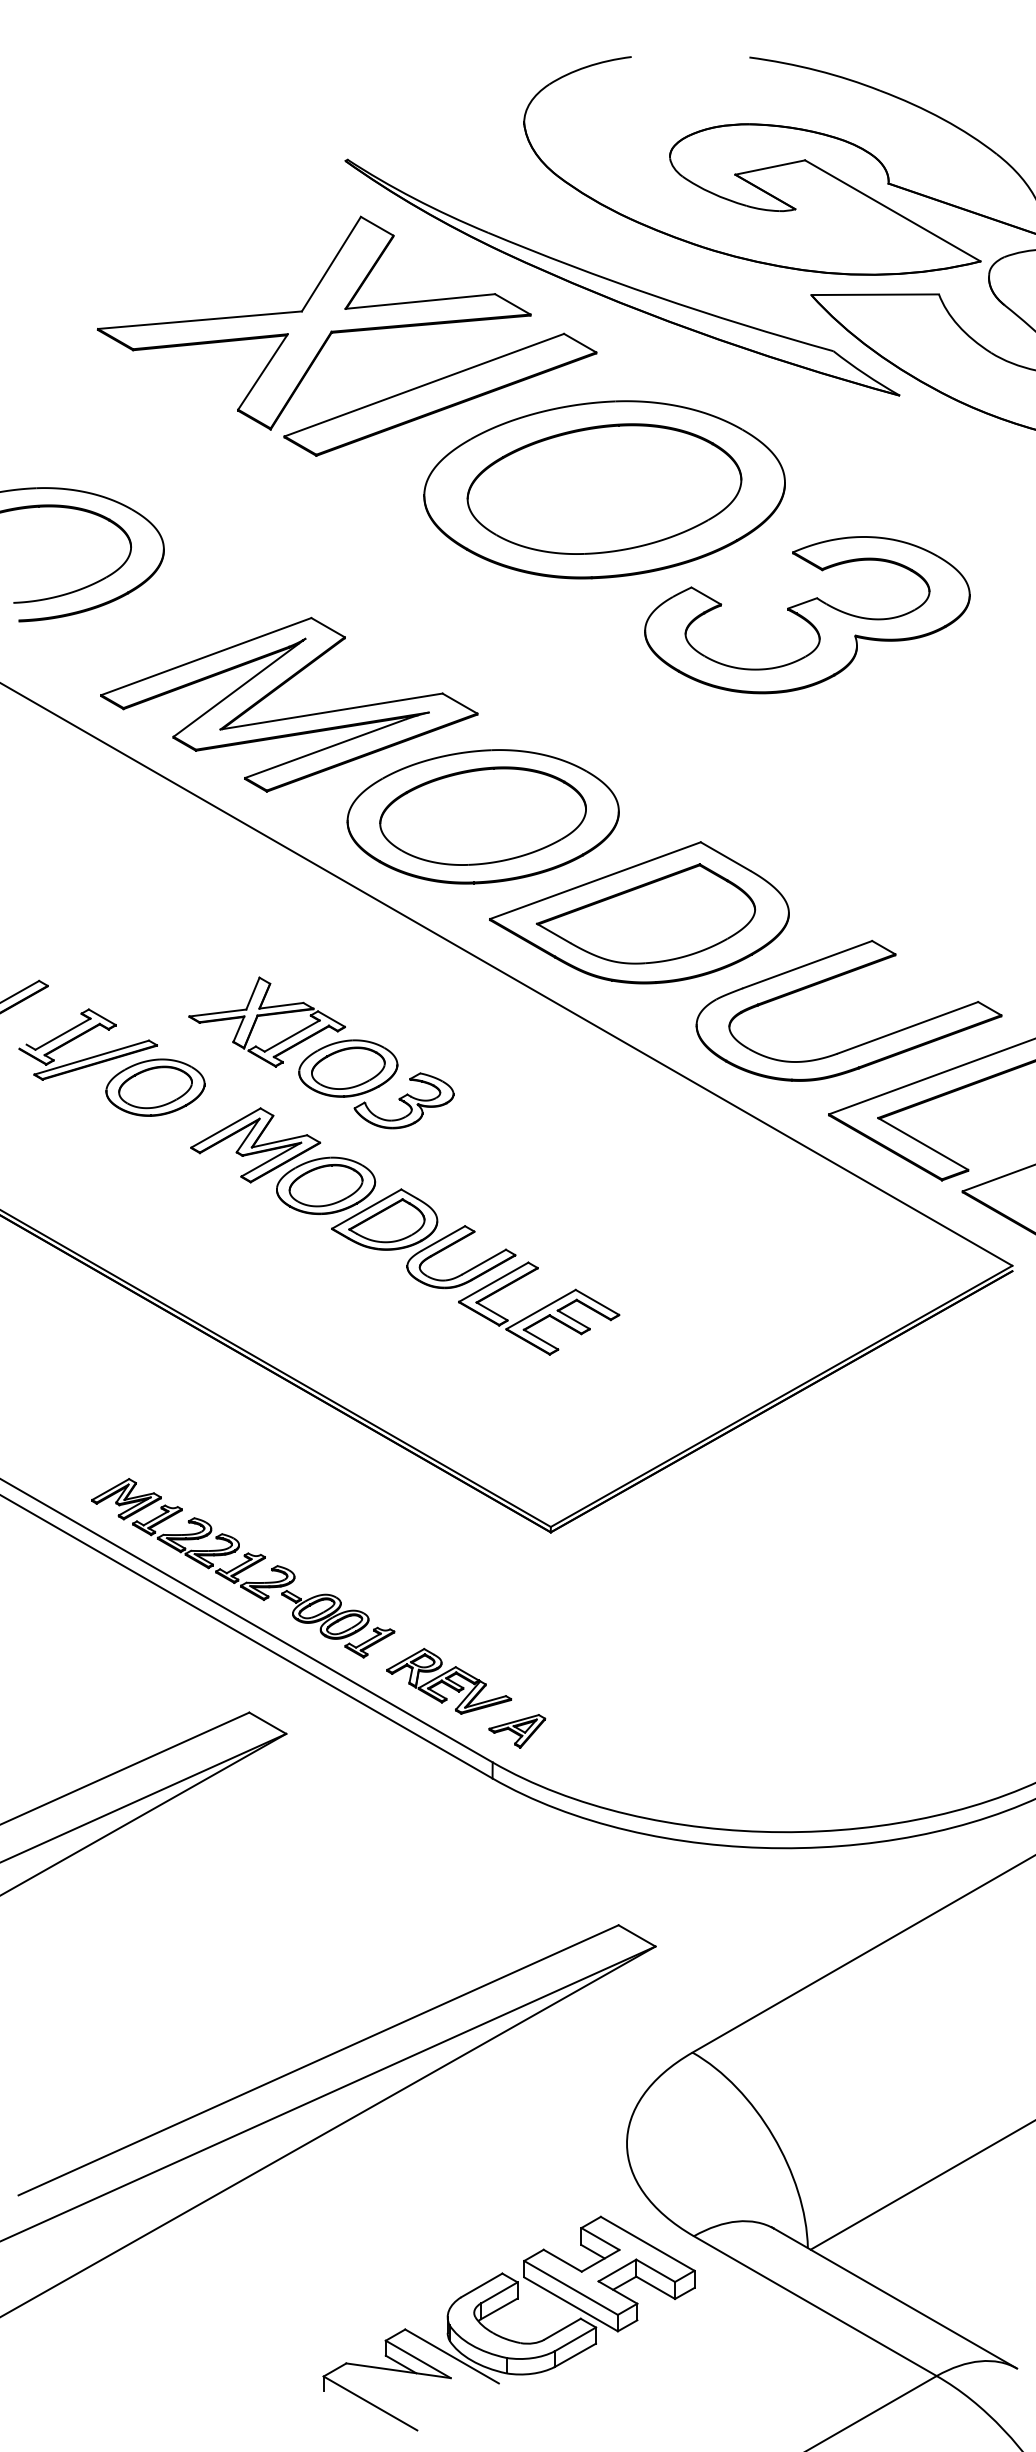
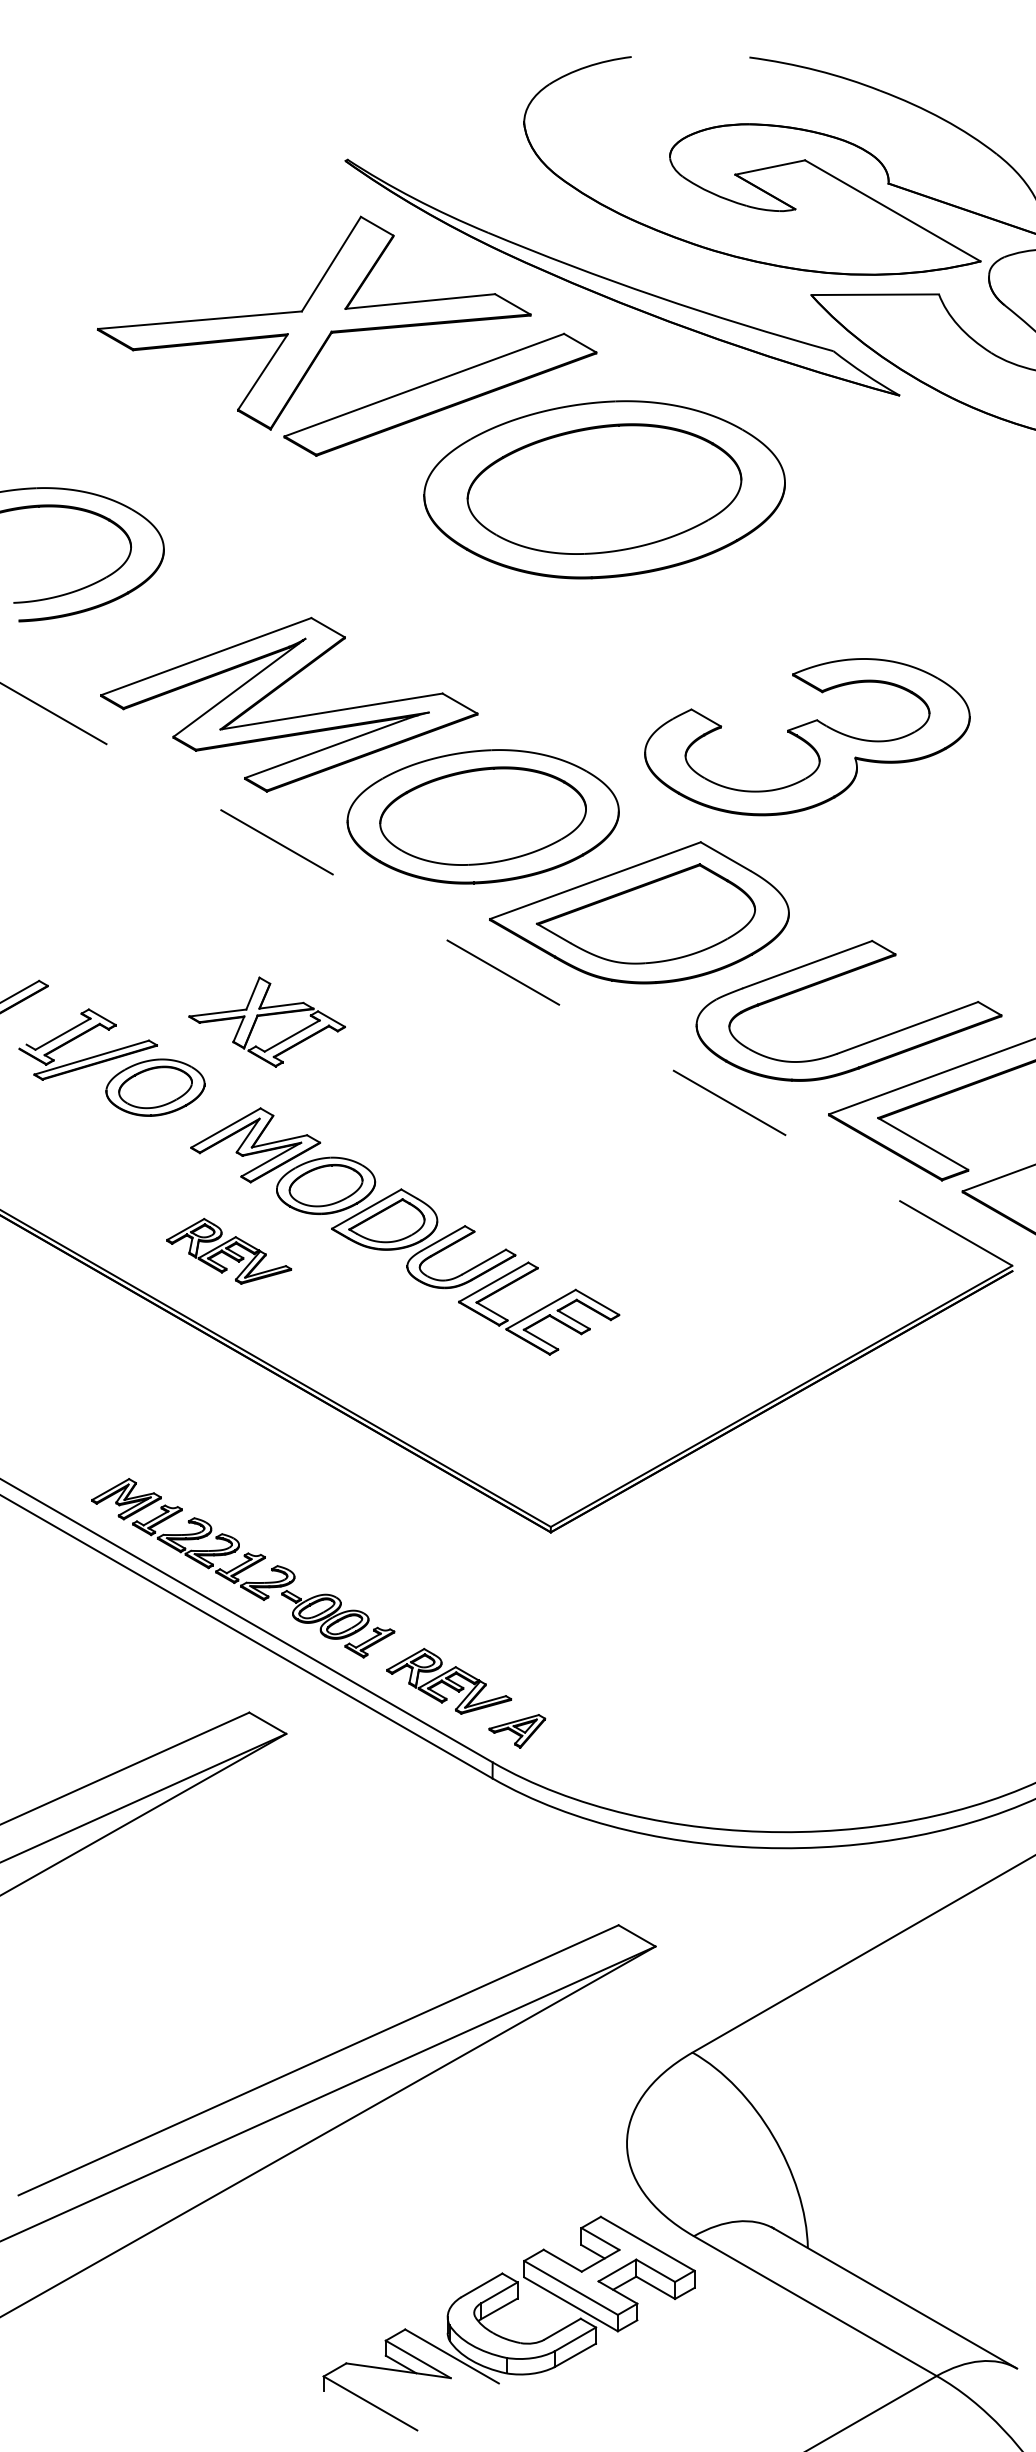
part at (807, 615) position: (807, 615) -> (807, 737)
line at (506, 974): solid -> dashed
part at (376, 1084): present -> none
part at (229, 1250): none -> present
line at (921, 2185): present -> none
